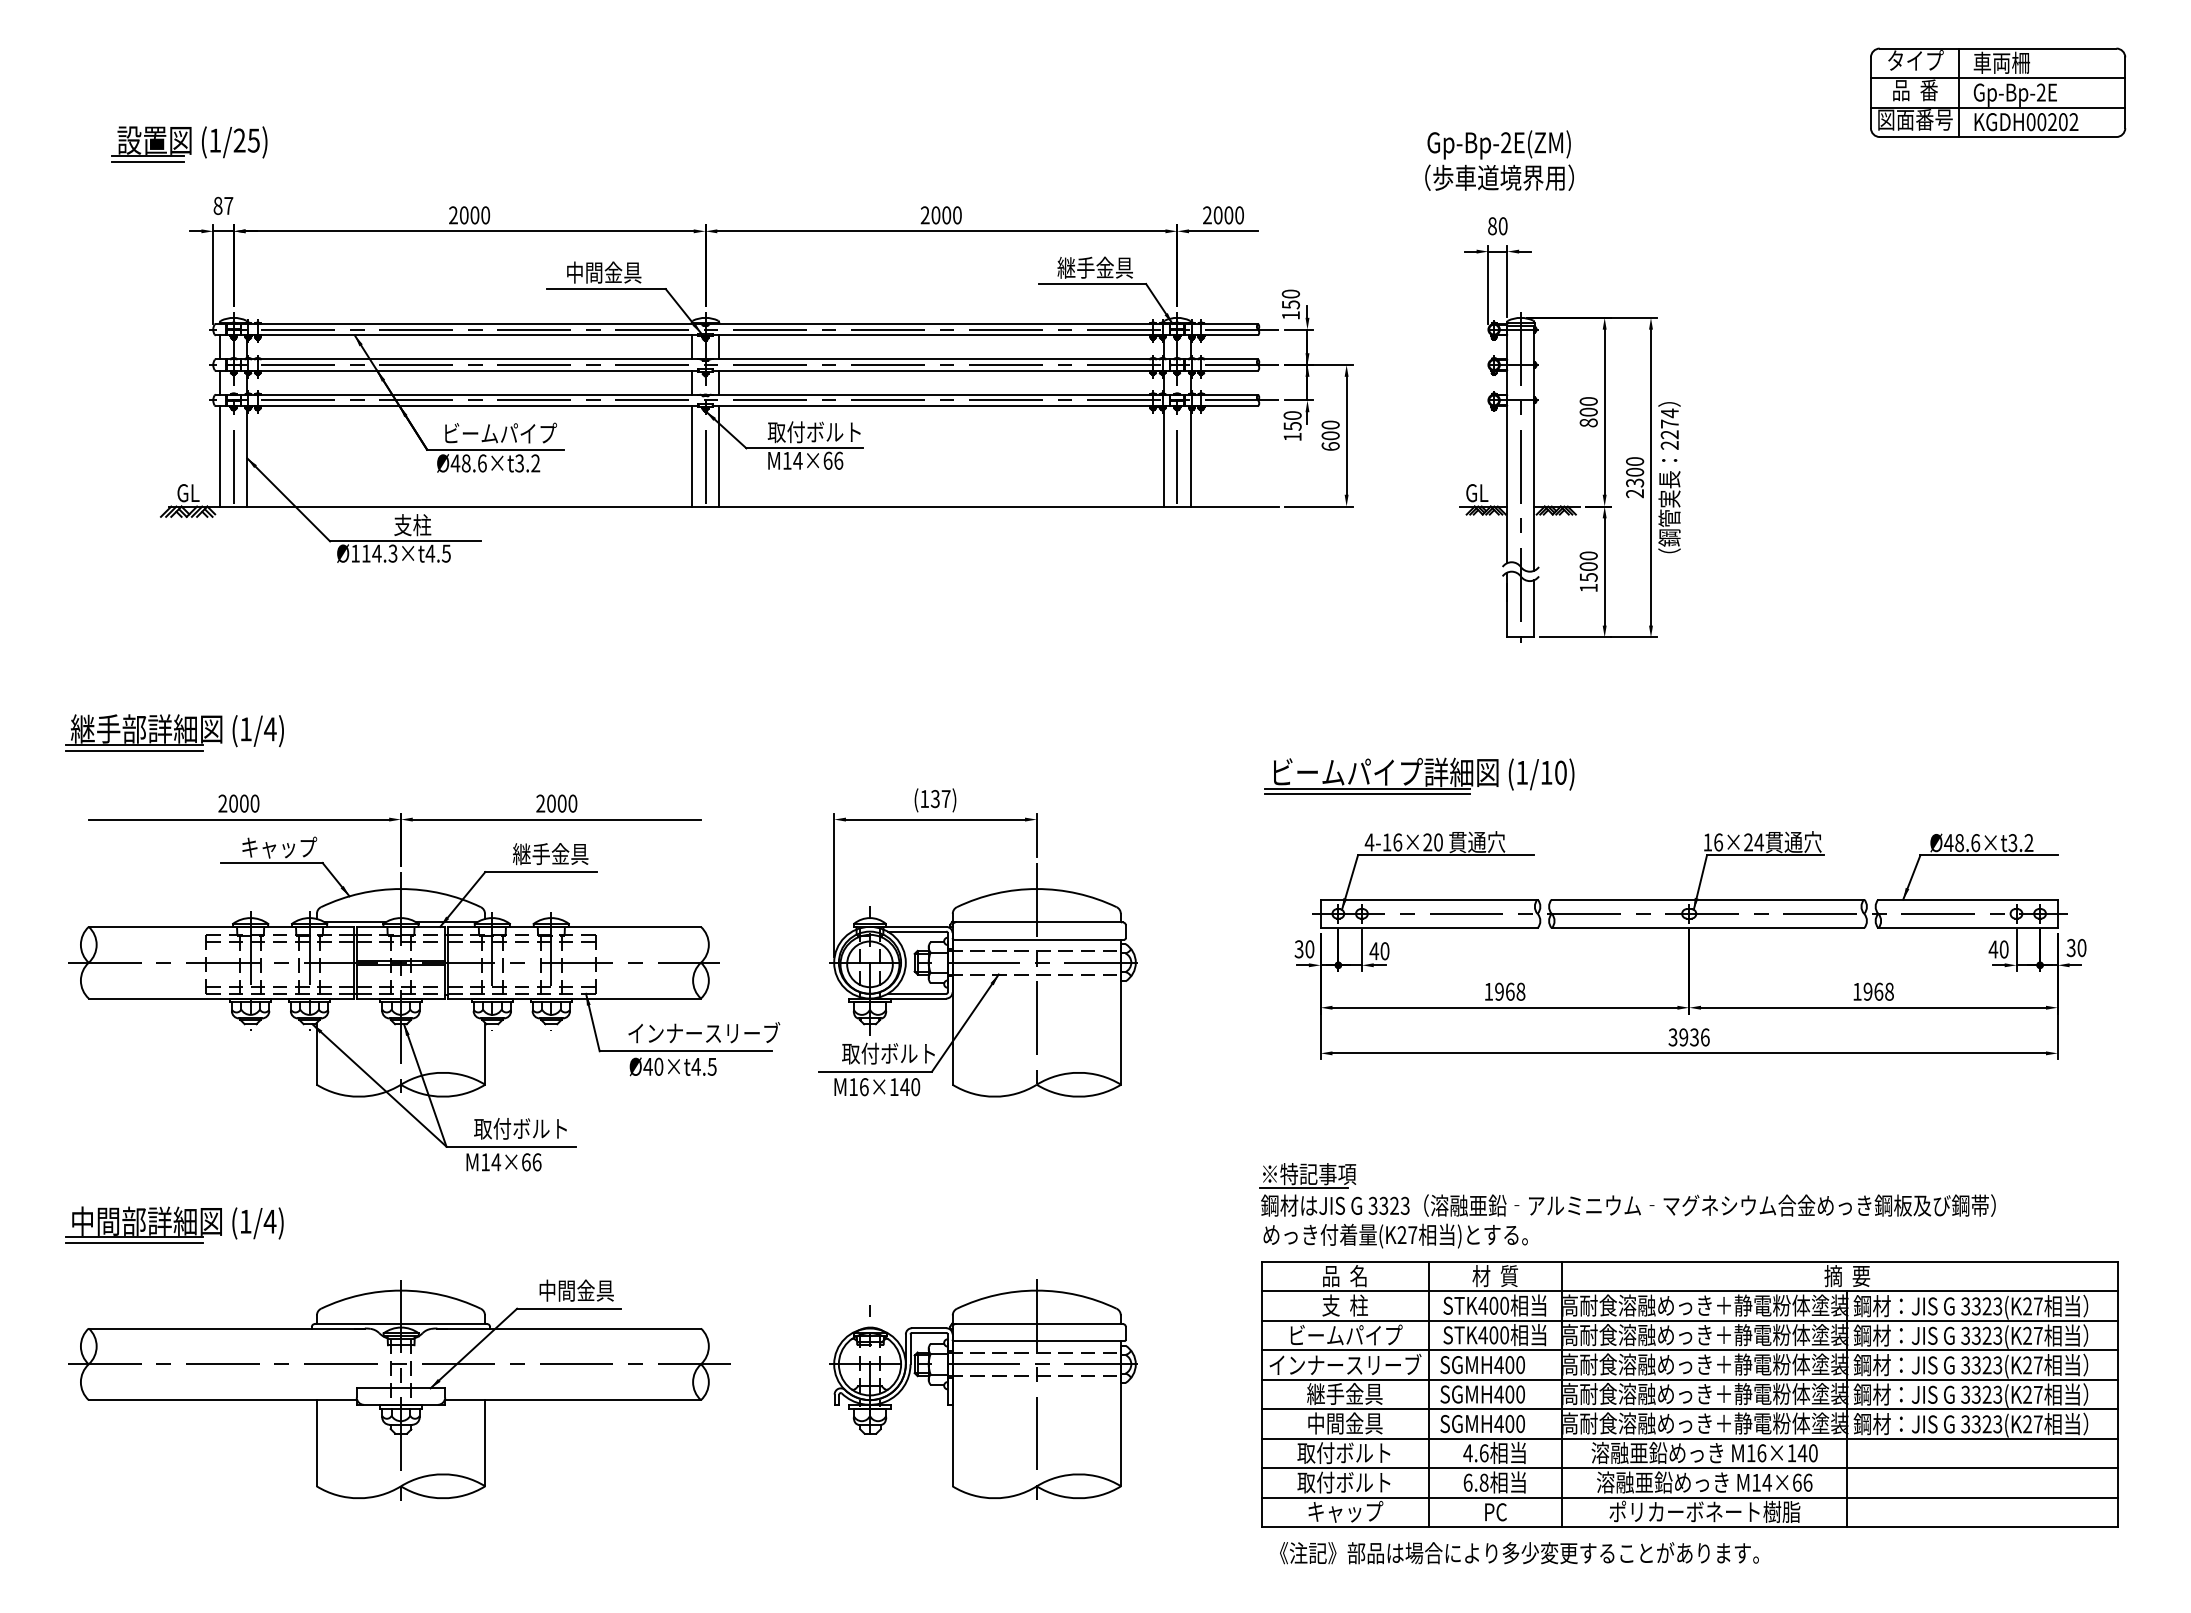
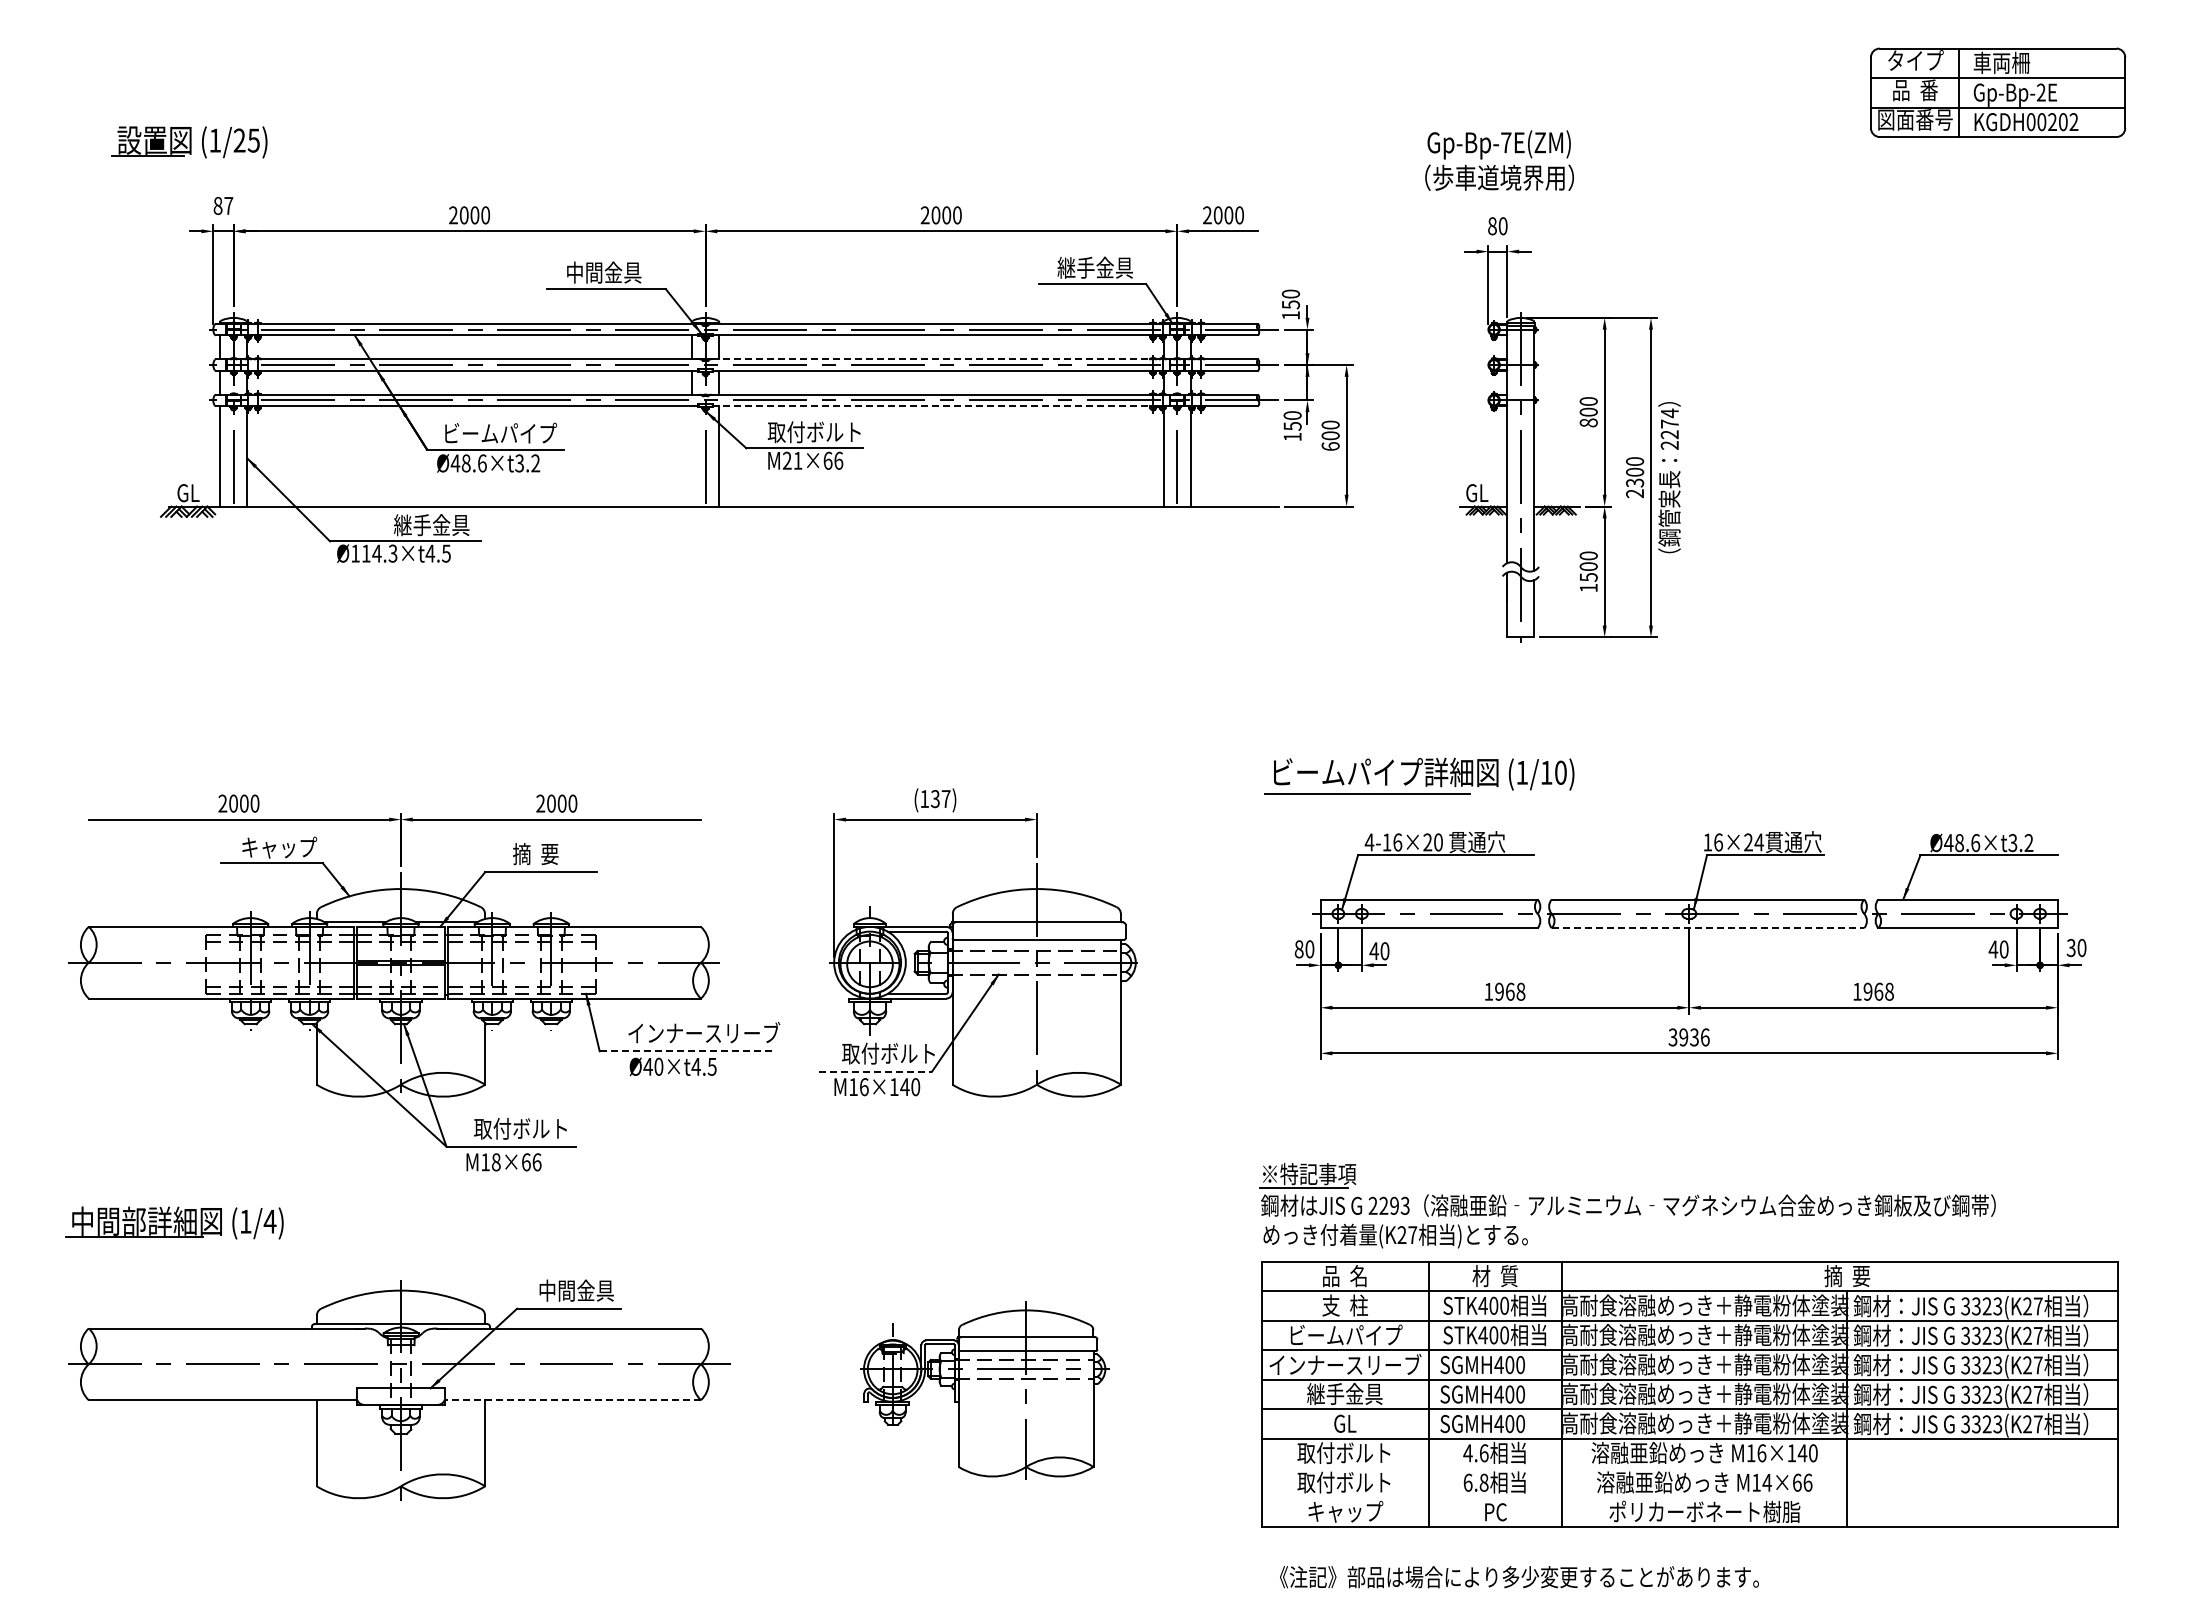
text at (1506, 142): Gp-Bp-2E(ZM) -> Gp-Bp-7E(ZM)
line at (148, 162): present -> none
line at (940, 359): solid -> dashed
line at (941, 406): solid -> dashed
line at (692, 456): present -> none
text at (792, 460): M14×66 -> M21×66
text at (431, 525): 支柱 -> 継手金具
part at (174, 732): present -> none
line at (1367, 788): present -> none
text at (550, 854): 継手金具 -> 摘  要
line at (1708, 928): solid -> dashed
text at (1298, 949): 30 -> 80
line at (686, 1051): solid -> dashed
line at (876, 1071): solid -> dashed
text at (496, 1162): M14×66 -> M18×66
text at (1383, 1205): 3323 -> 2293
line at (134, 1243): present -> none
part at (983, 1389) size: 309x221 px -> 250x179 px
line at (572, 1400): solid -> dashed
text at (1345, 1423): 中間金具 -> GL
line at (1689, 1468): present -> none
line at (1689, 1497): present -> none
text at (1519, 1553) position: (1519, 1553) -> (1519, 1577)
